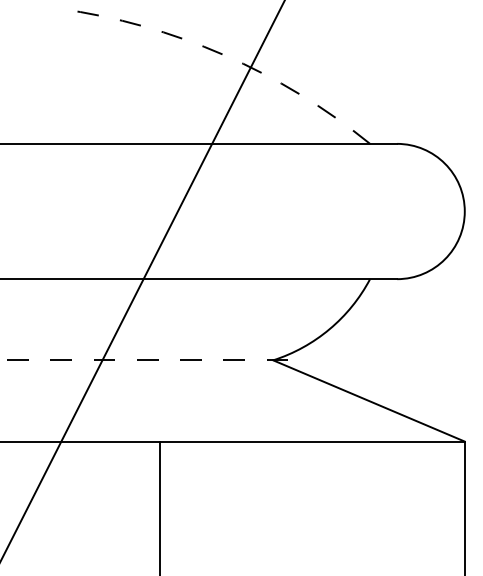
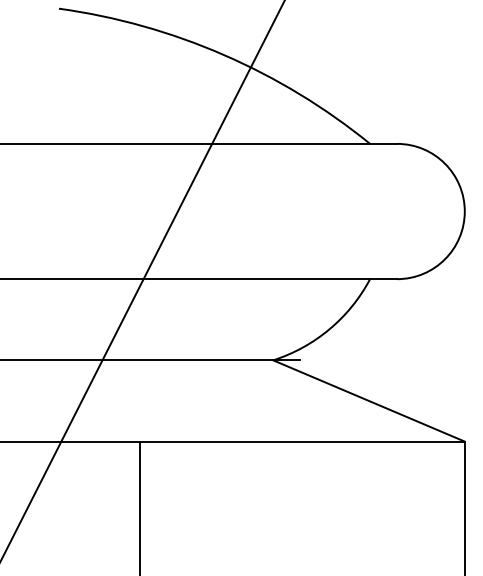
arc at (223, 54): dashed -> solid
line at (150, 360): dashed -> solid
line at (160, 506) position: (160, 506) -> (140, 506)
